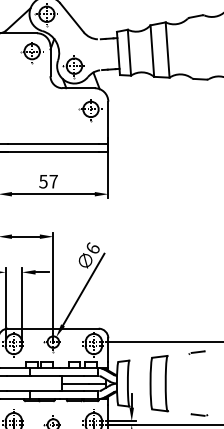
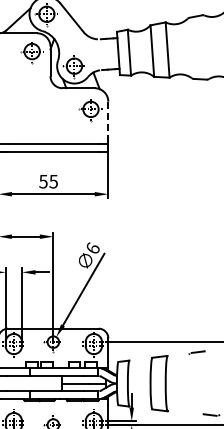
line at (108, 120): solid -> dashed
text at (53, 181): 57 -> 55
line at (199, 414) position: (199, 414) -> (211, 414)
